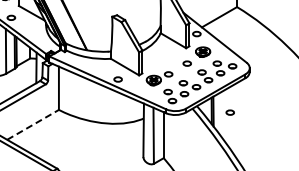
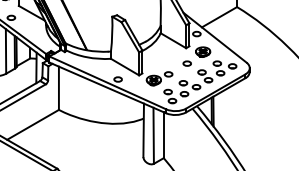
part at (229, 112): present -> none
line at (33, 124): dashed -> solid
